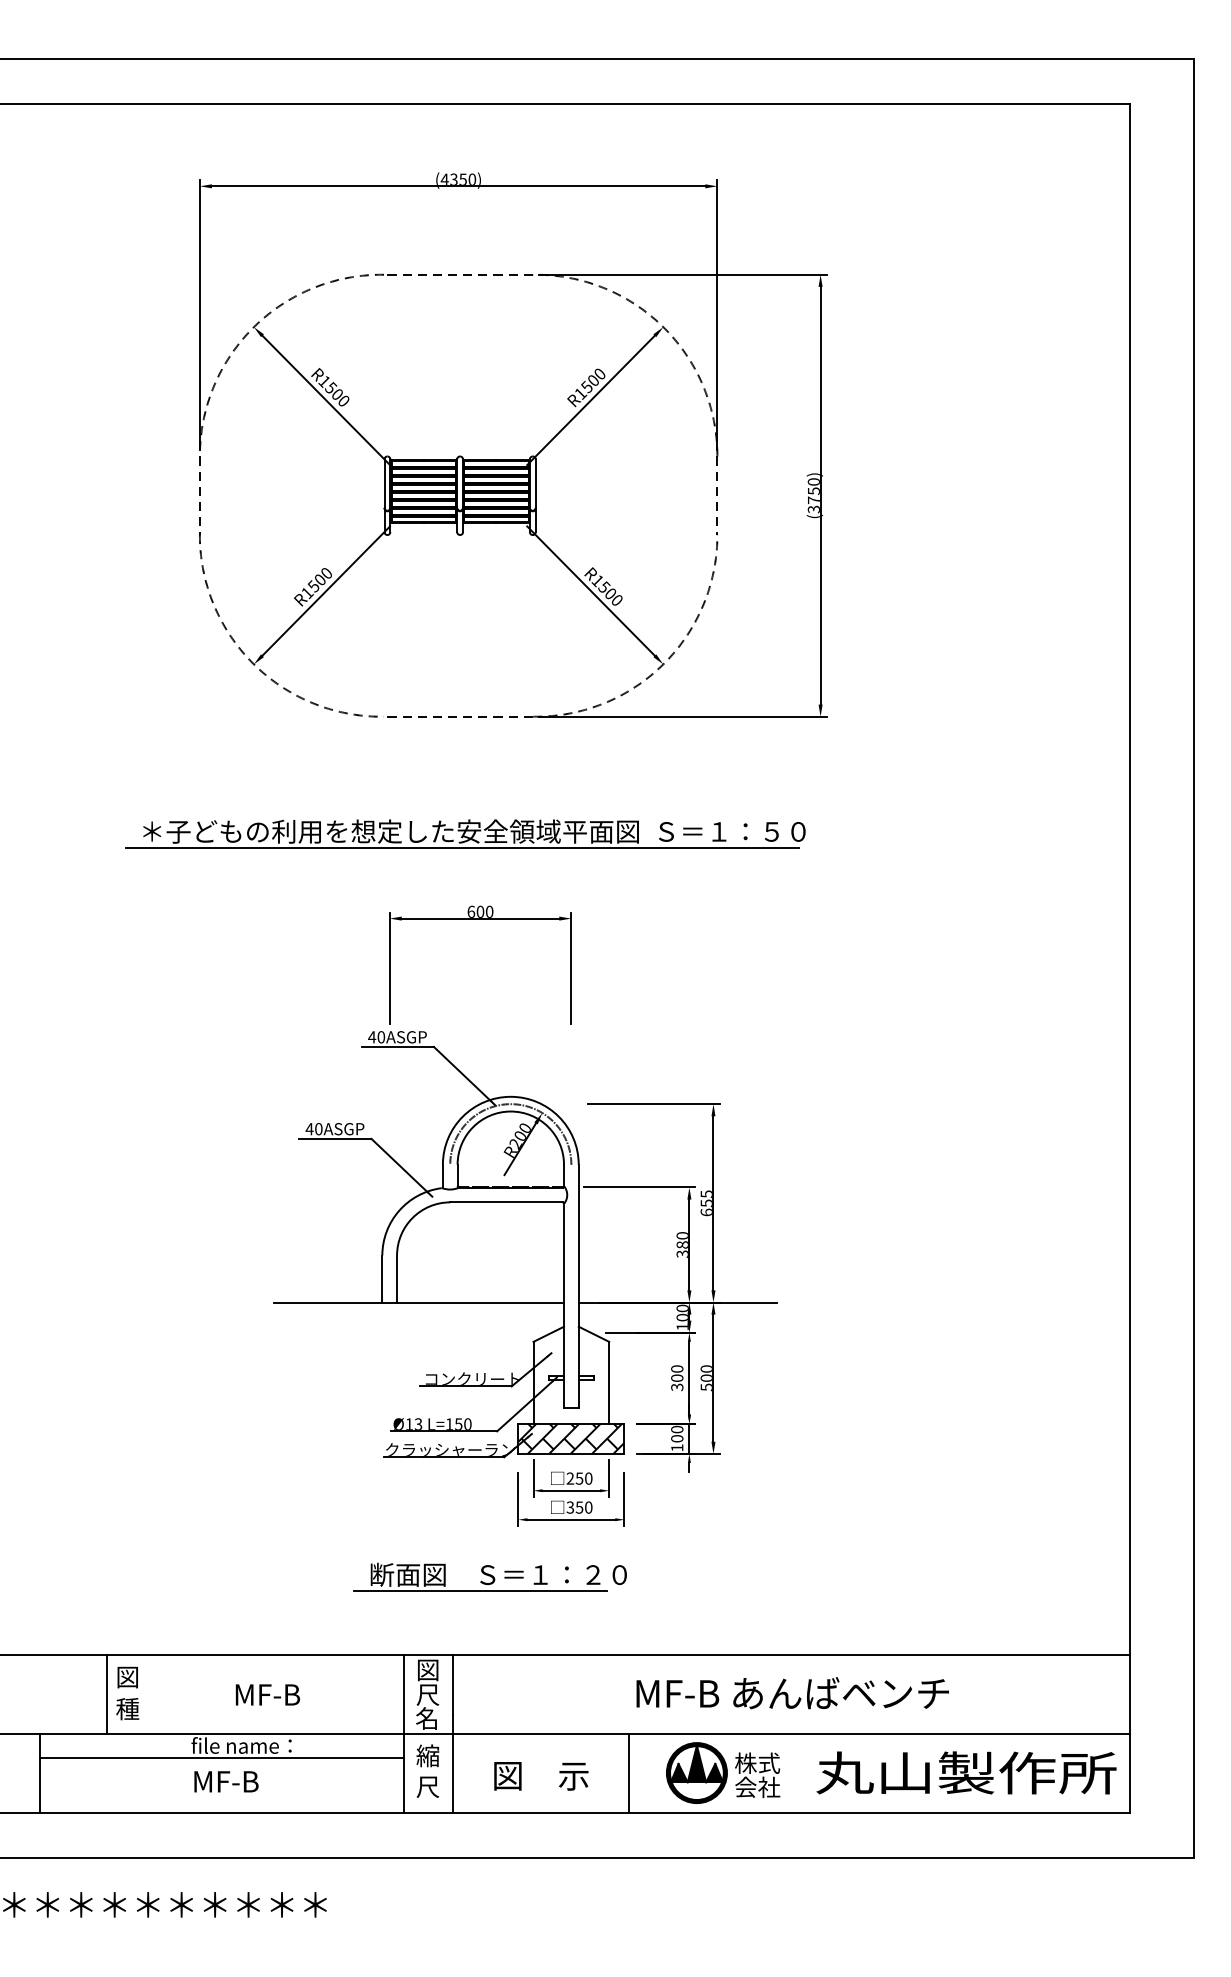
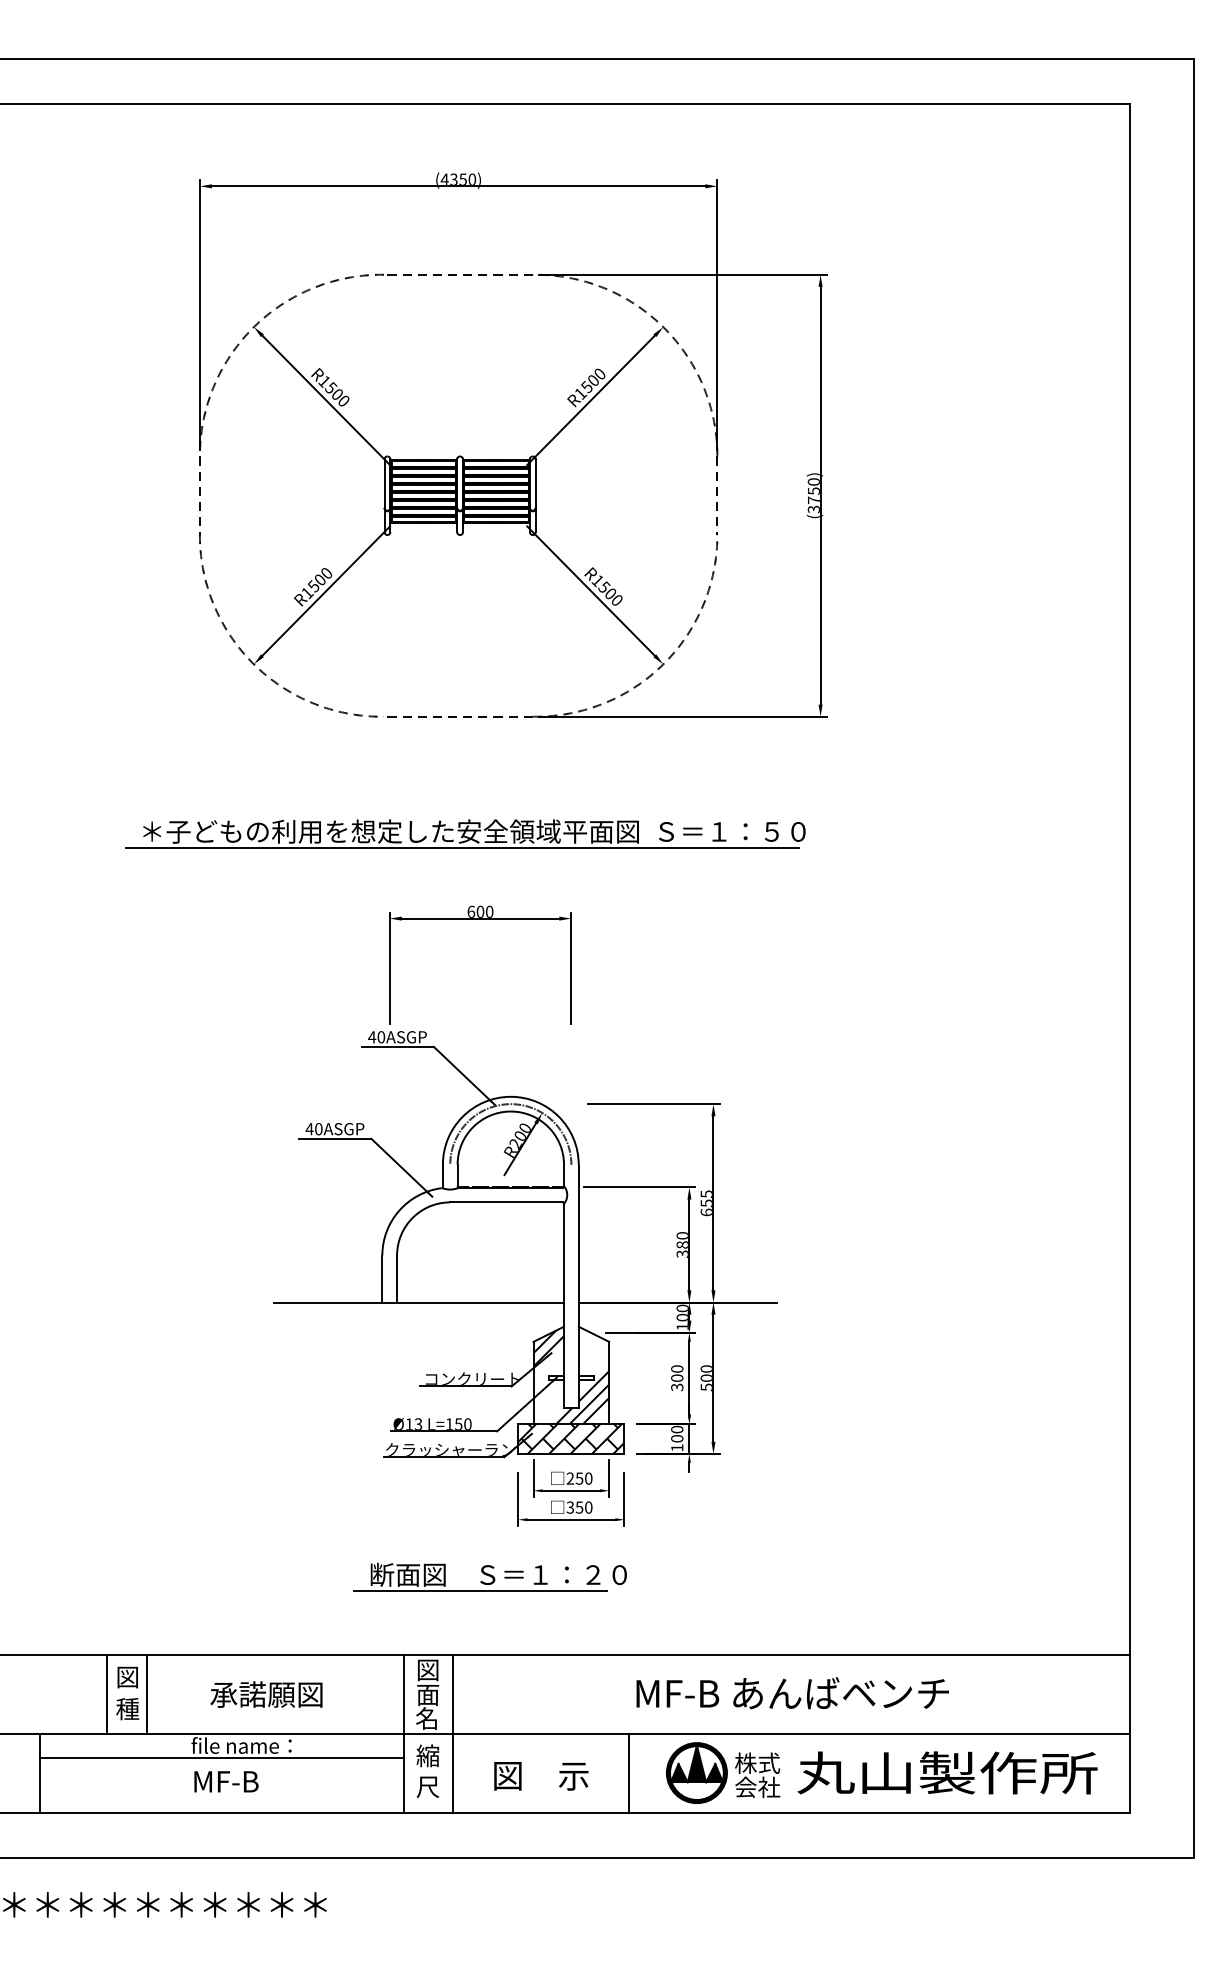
hatch at (571, 1376): none -> present
line at (146, 1694): none -> present
text at (266, 1694): MF-B -> 承諾願図
text at (427, 1694): 尺 -> 面
text at (966, 1772) position: (966, 1772) -> (947, 1772)
